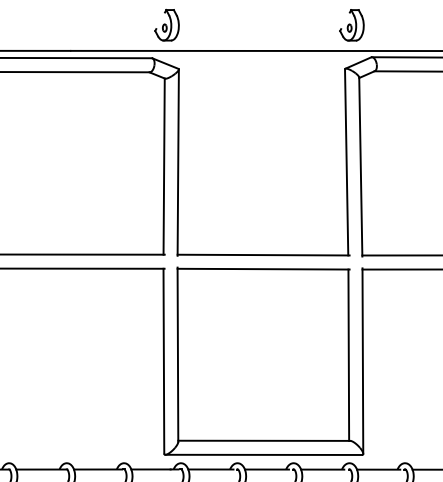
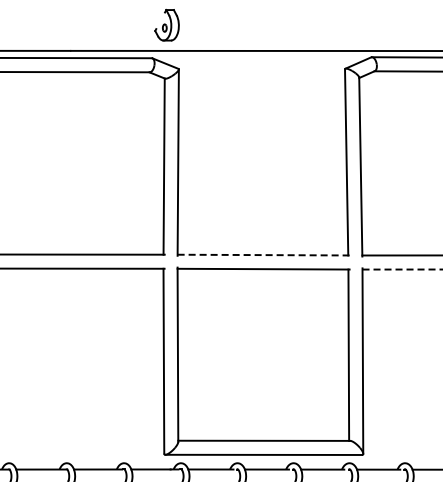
part at (351, 25): present -> none
line at (263, 255): solid -> dashed
line at (402, 269): solid -> dashed
